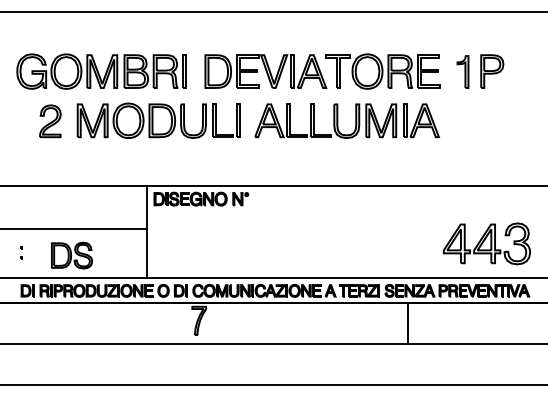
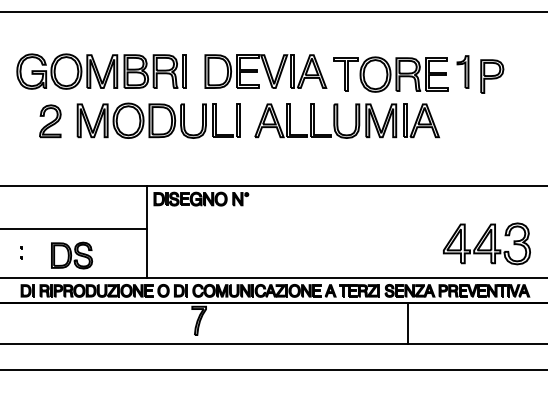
part at (382, 71) position: (382, 71) -> (390, 74)
part at (492, 71) position: (492, 71) -> (492, 76)
line at (273, 385) position: (273, 385) -> (273, 370)
